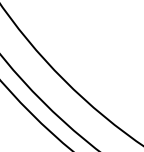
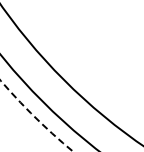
circle at (36, 115): solid -> dashed
